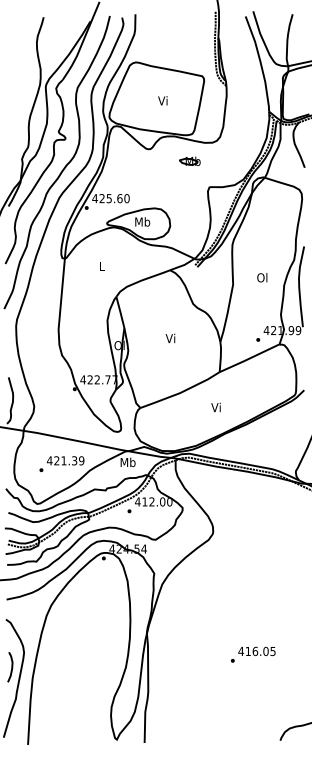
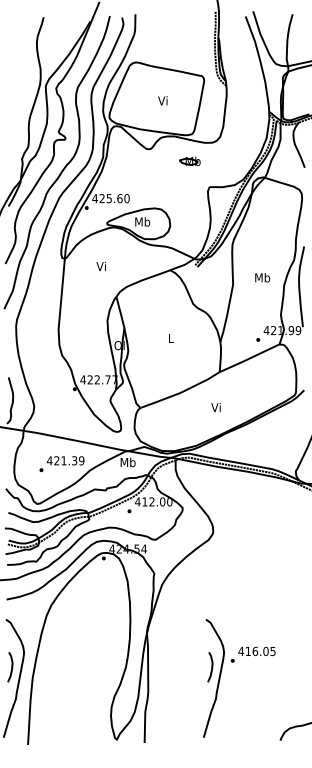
text at (100, 265): L -> Vi
text at (262, 277): Ol -> Mb
text at (170, 338): Vi -> L
part at (213, 678): none -> present
